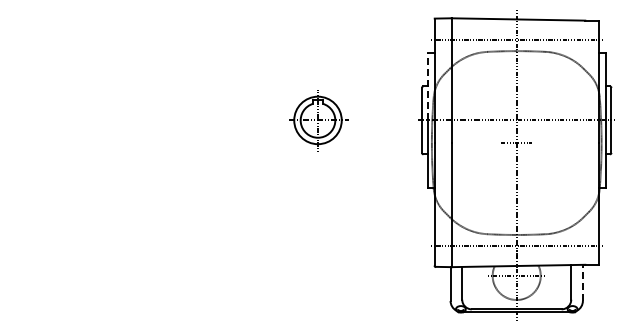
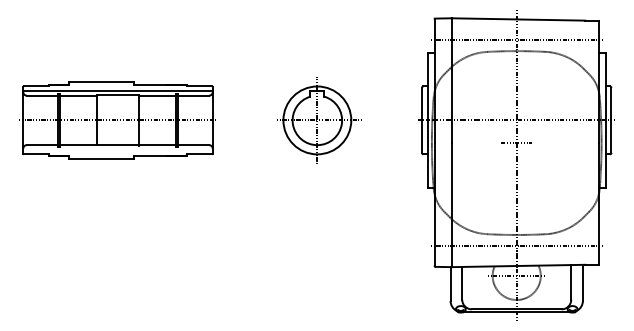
line at (427, 86): dashed -> solid
part at (117, 120): none -> present
part at (318, 120) size: 60x62 px -> 85x87 px
line at (582, 282): dashed -> solid
